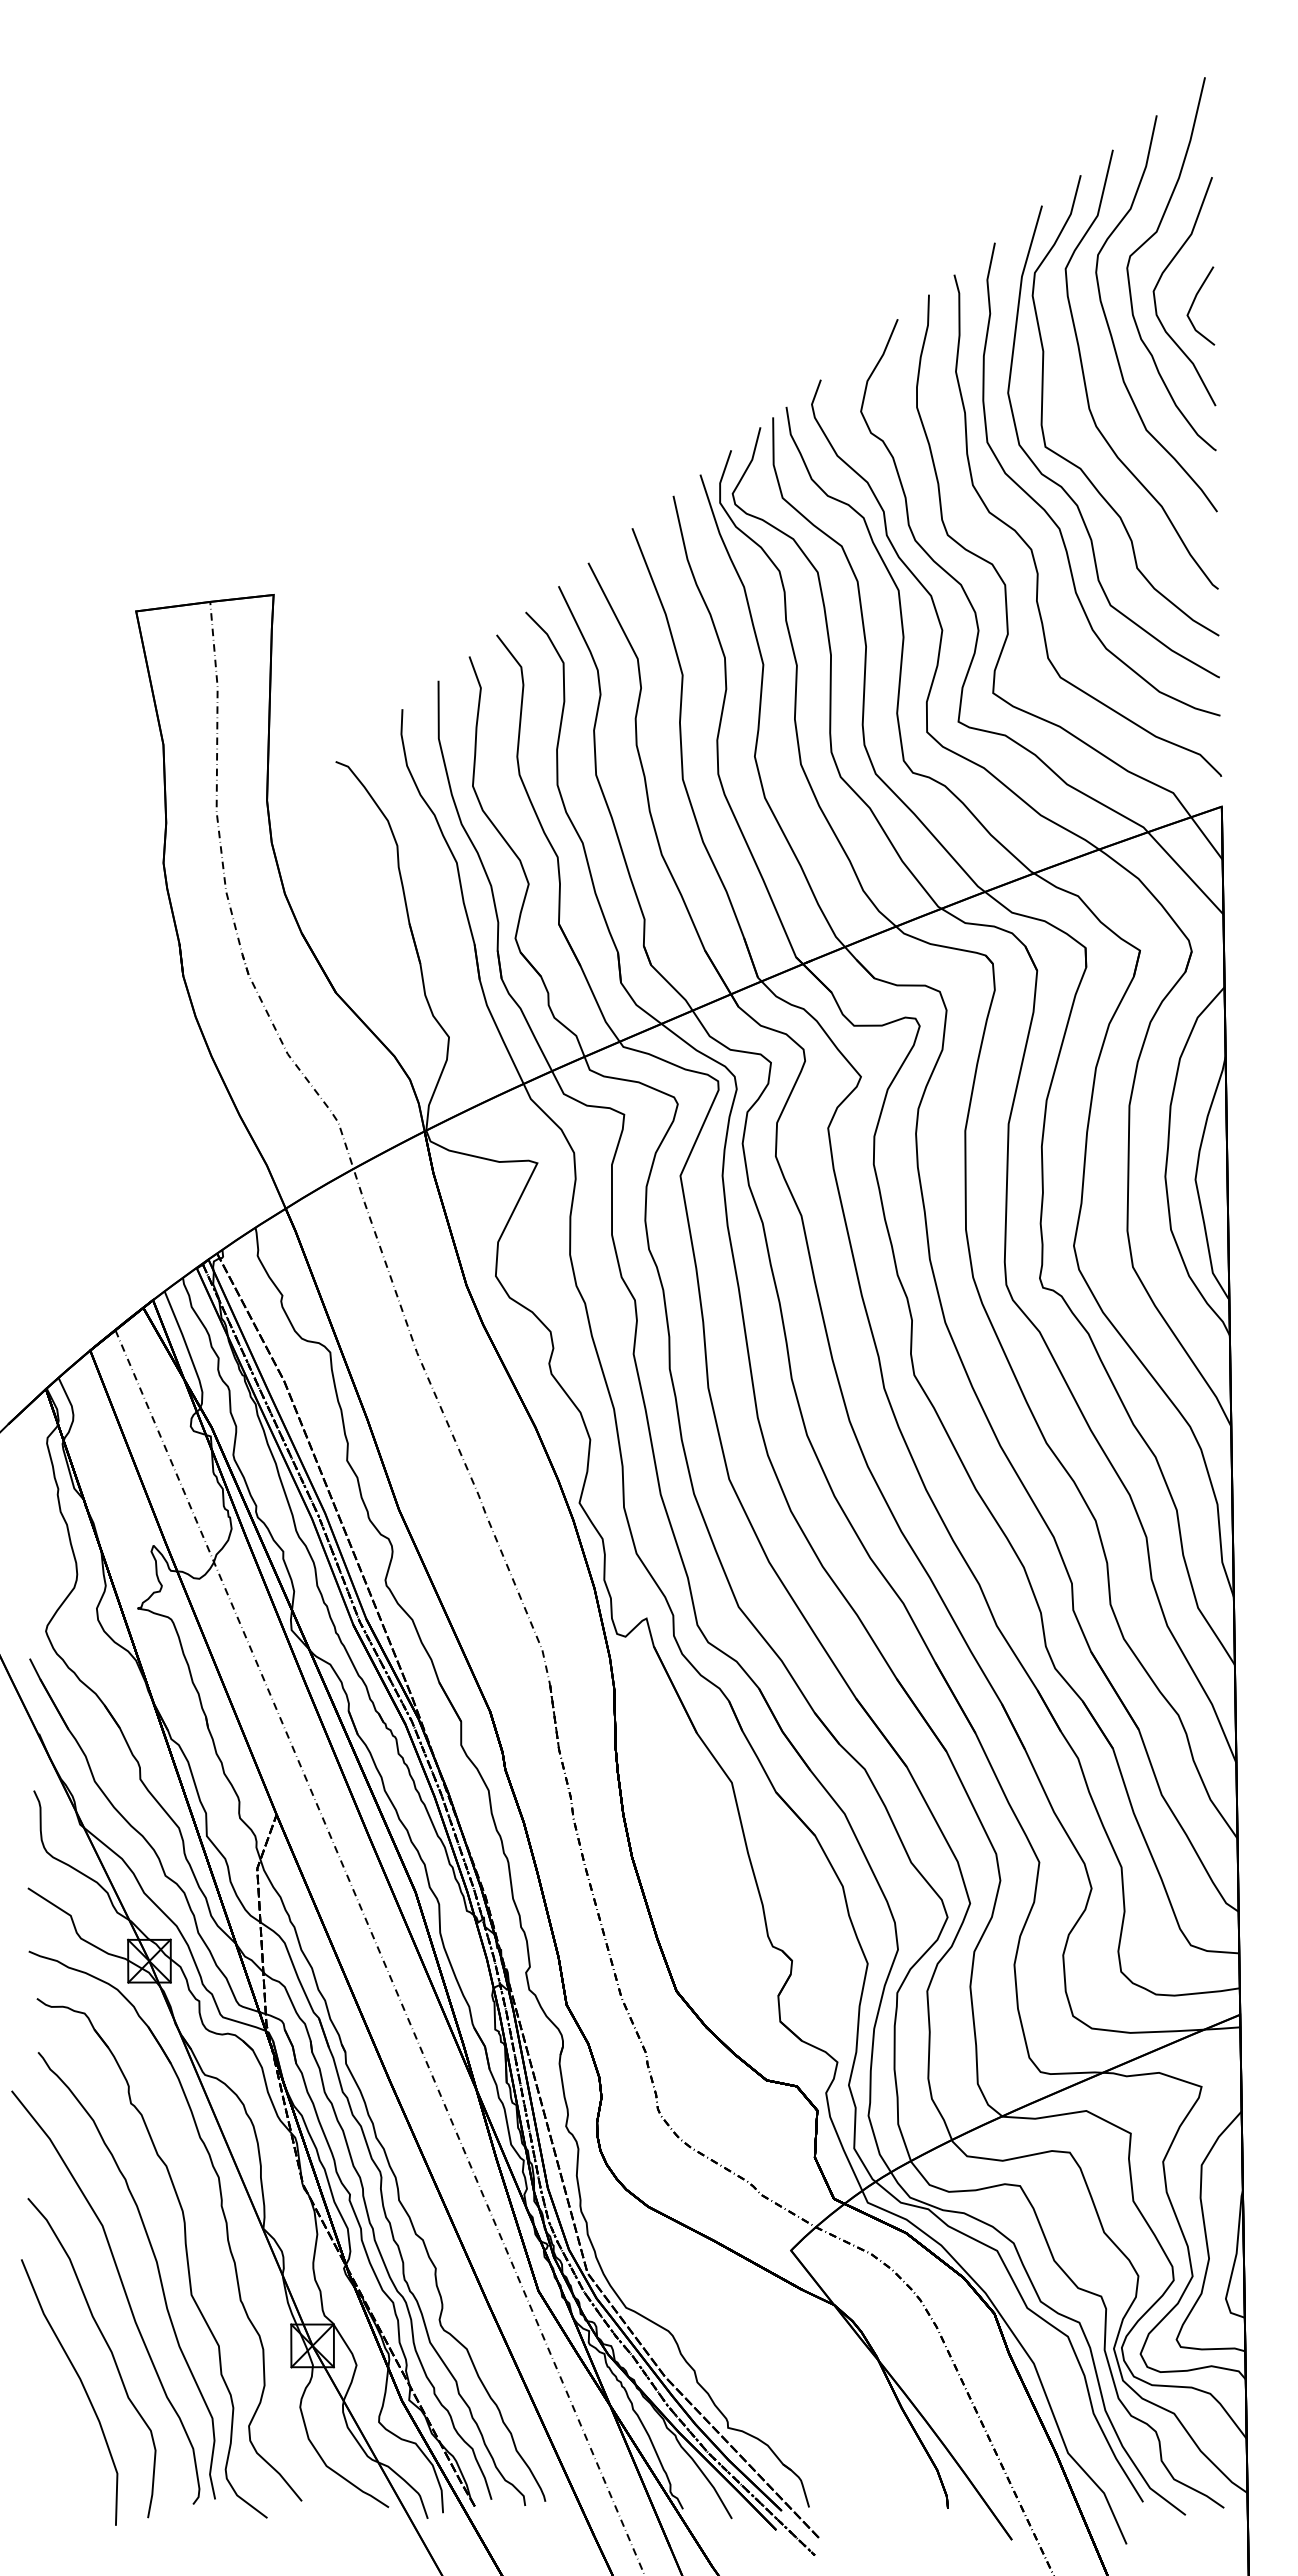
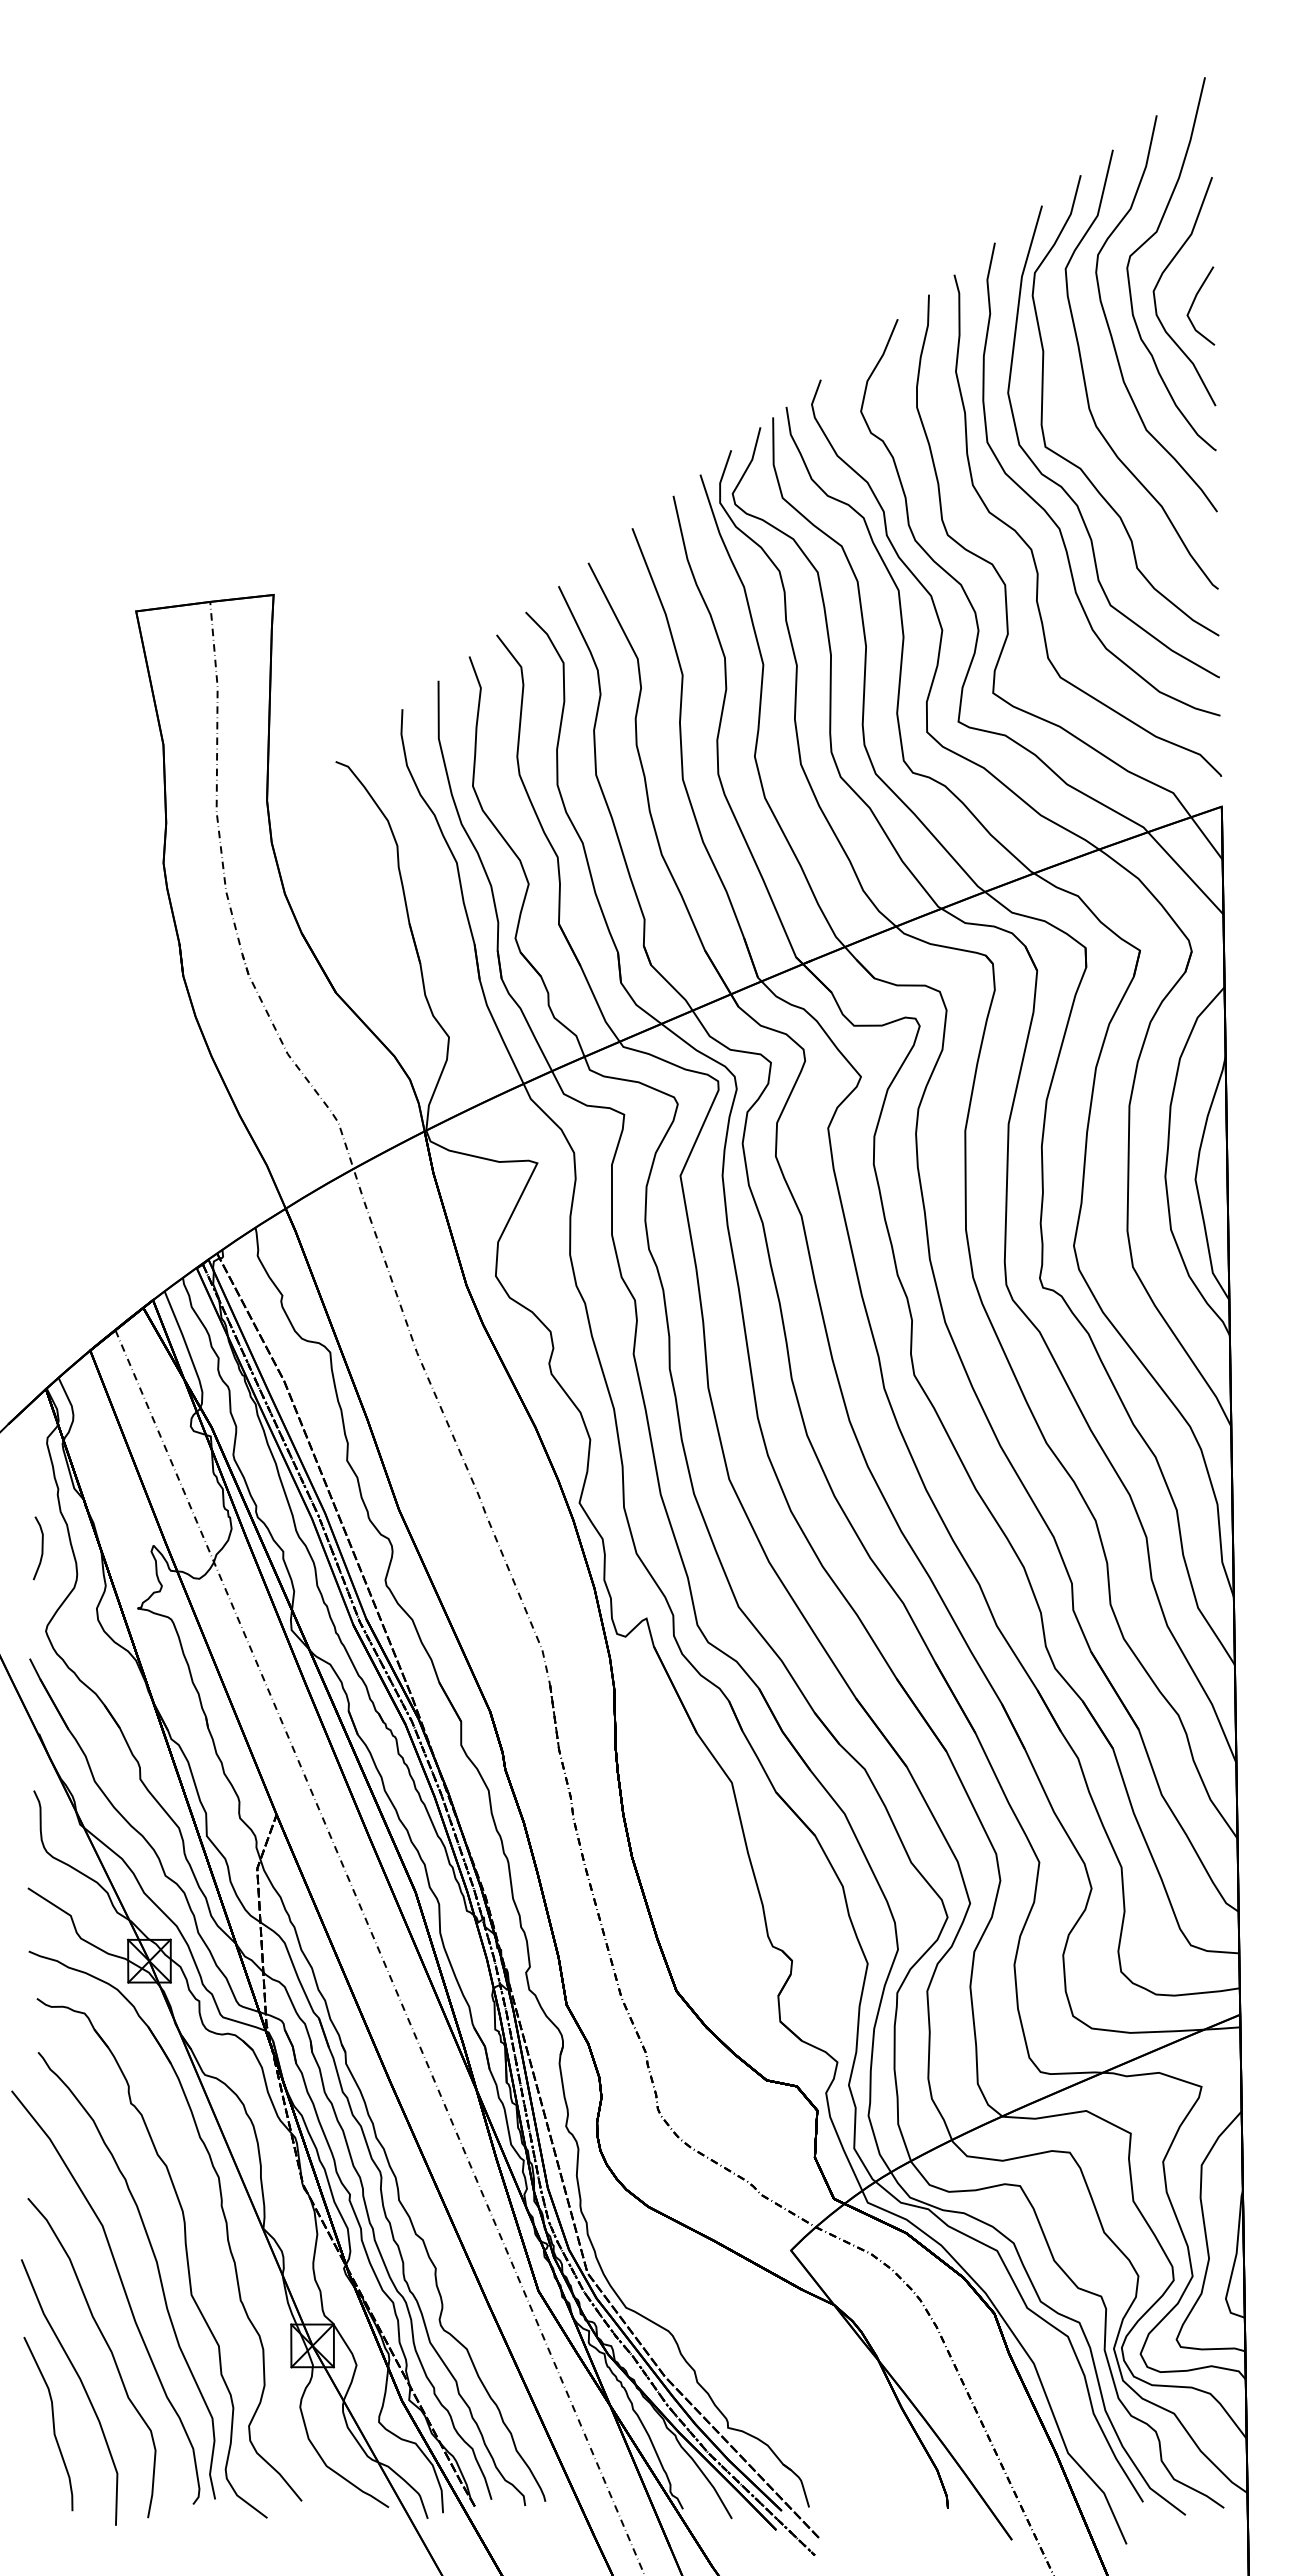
curve at (41, 1548): none -> present
curve at (52, 2424): none -> present
